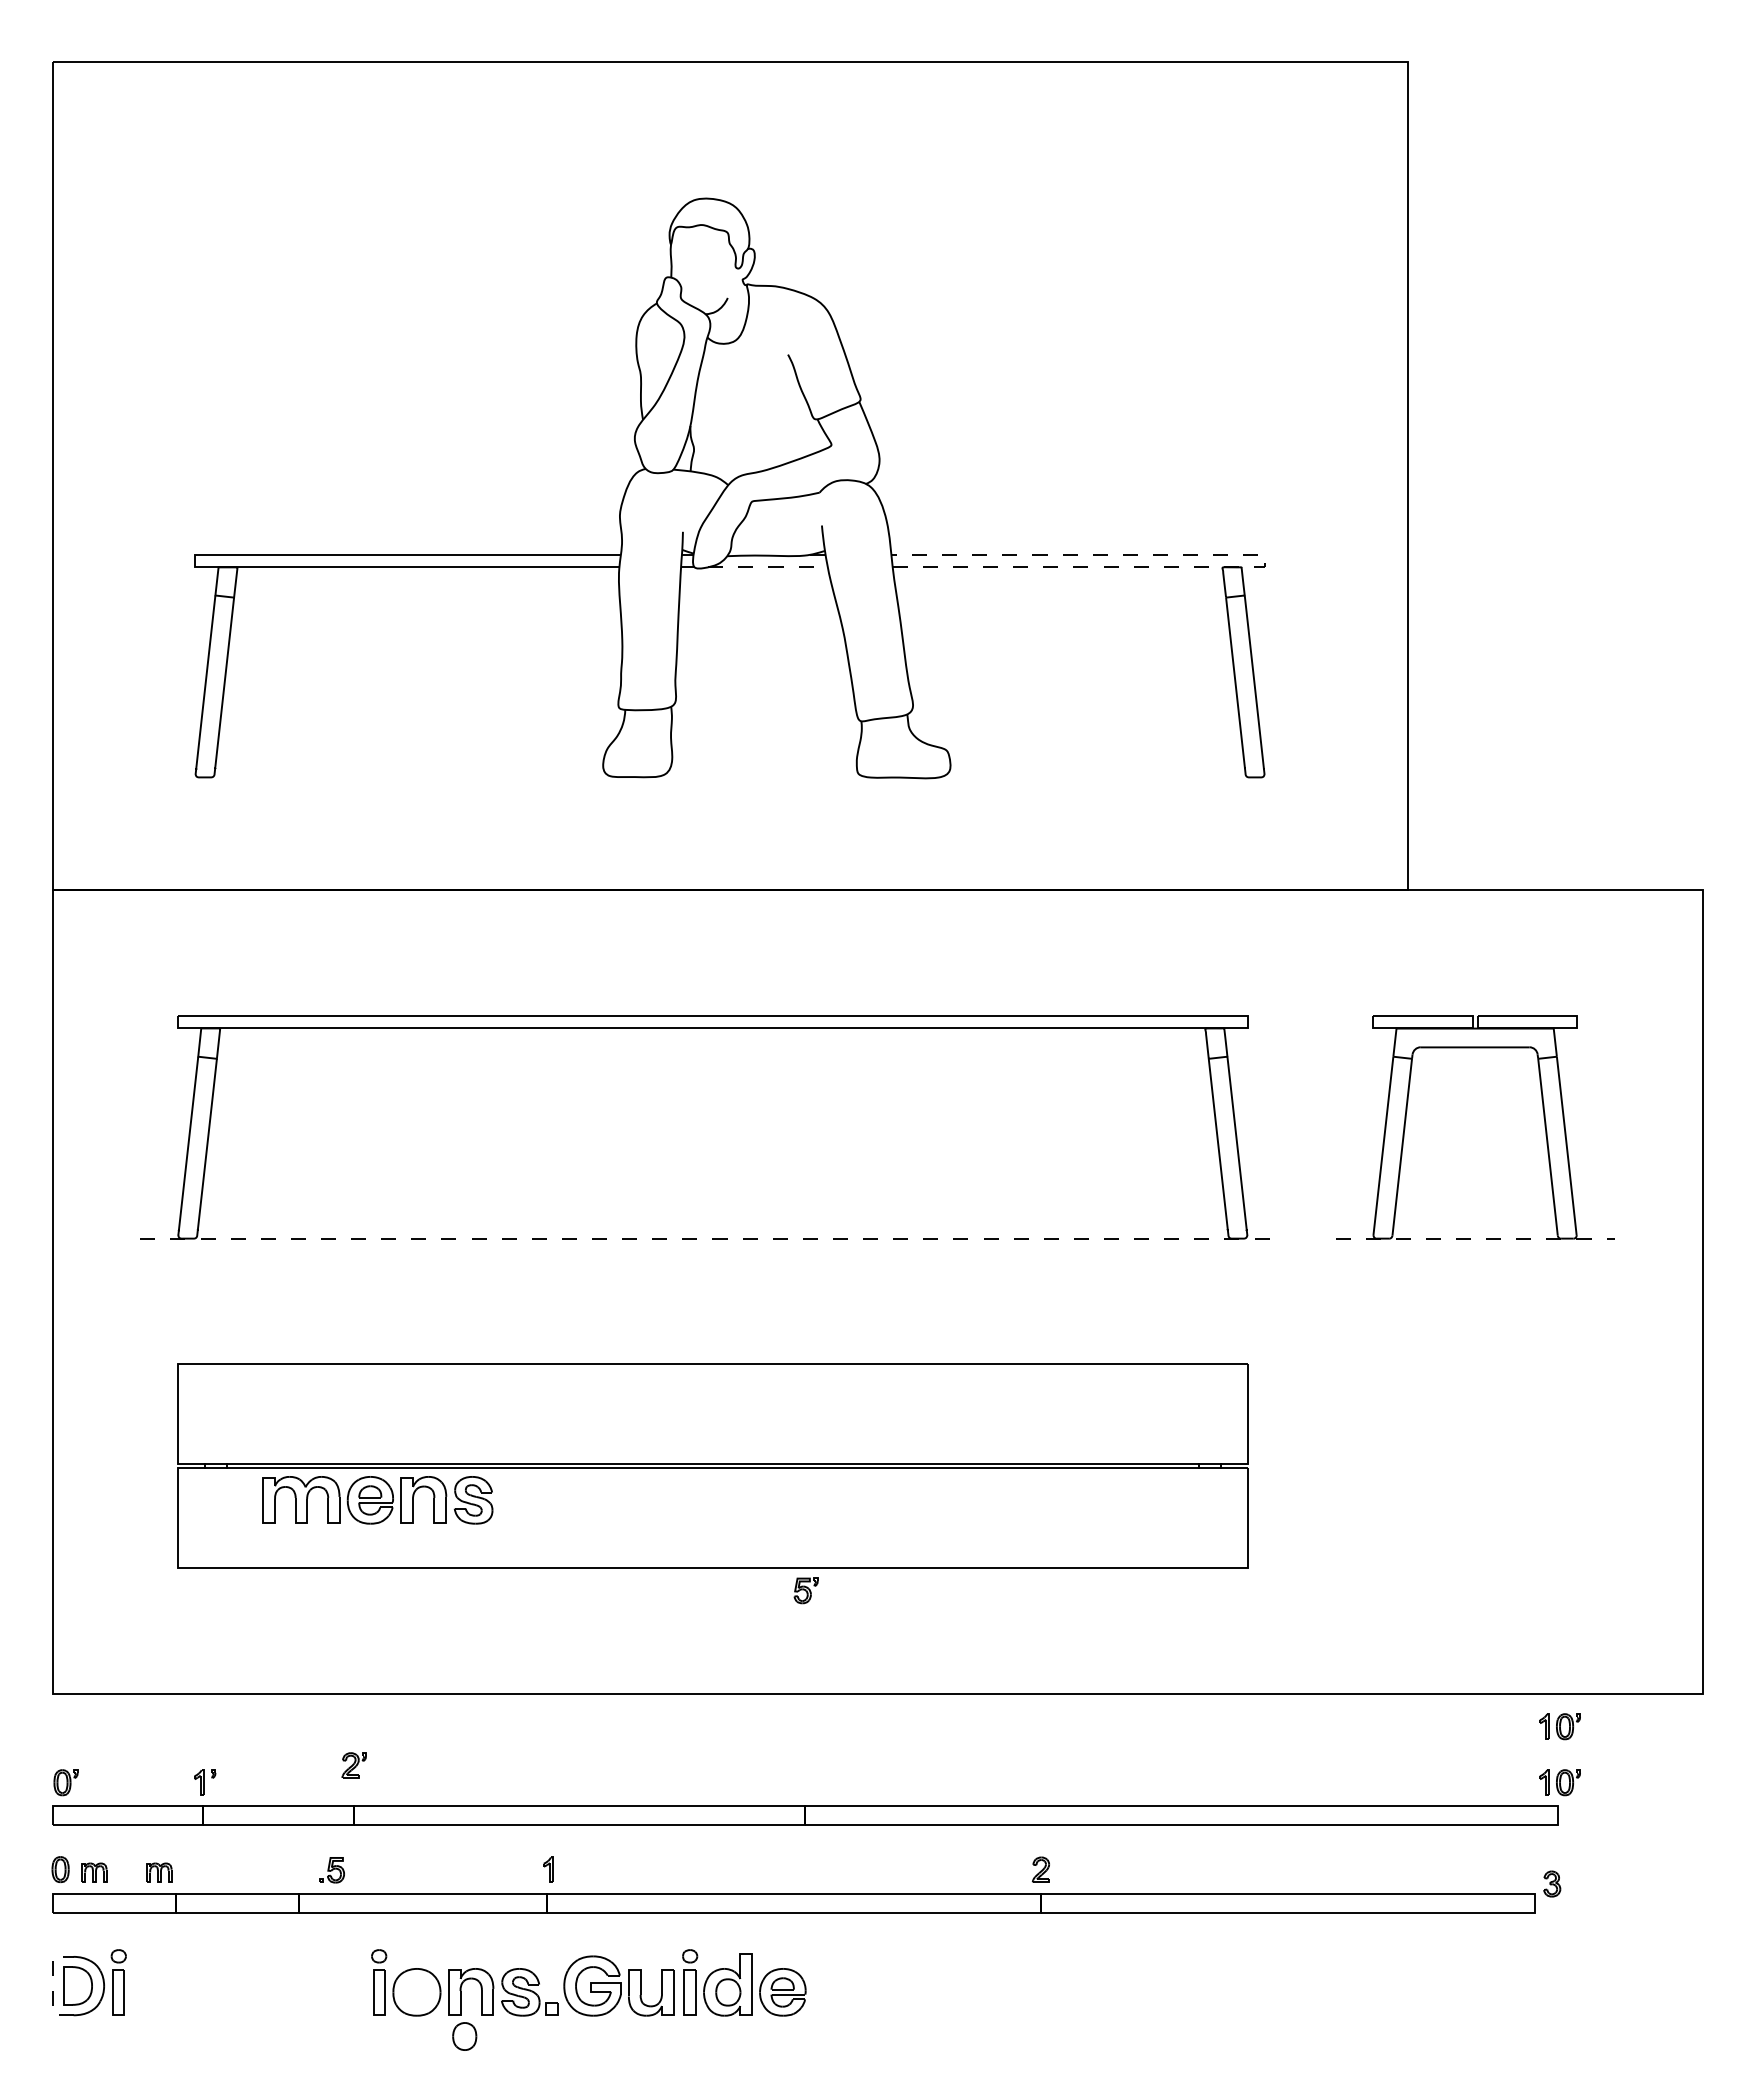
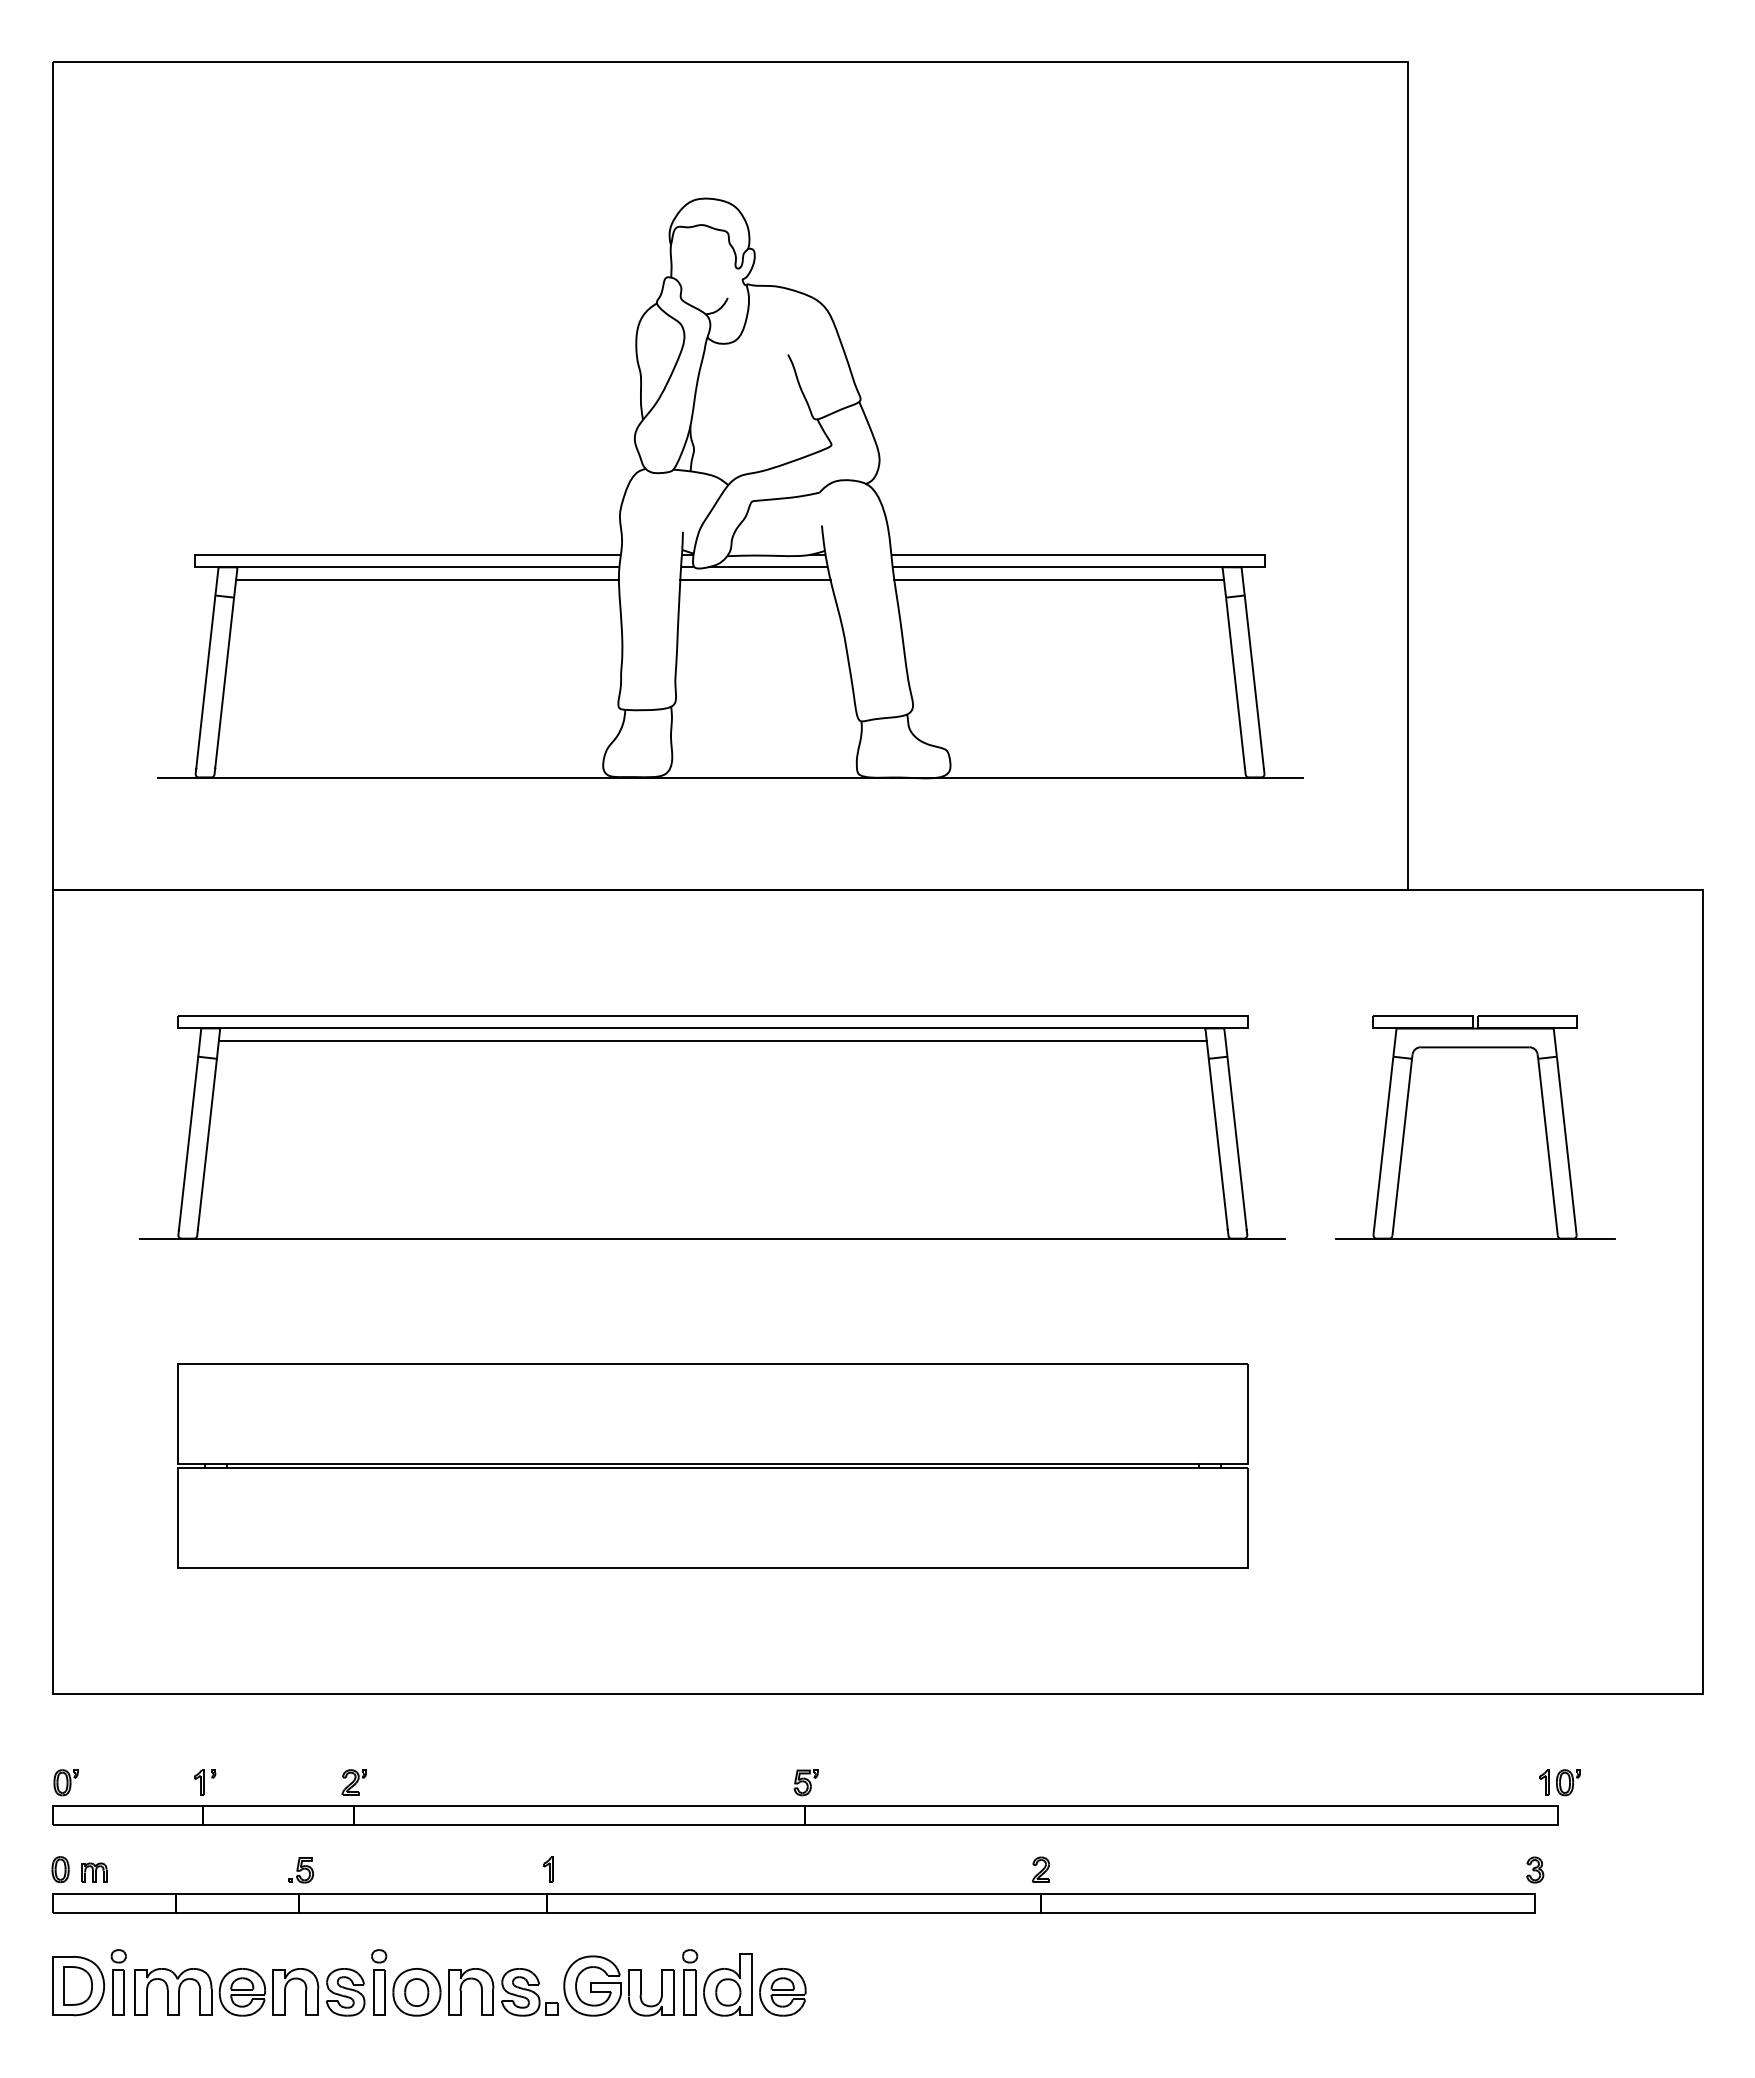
line at (1264, 560): dashed -> solid
line at (768, 567): dashed -> solid
line at (427, 579): none -> present
line at (755, 579): none -> present
line at (1059, 579): none -> present
line at (729, 777): none -> present
line at (712, 1041): none -> present
line at (712, 1238): dashed -> solid
line at (1475, 1238): dashed -> solid
part at (377, 1500) position: (377, 1500) -> (249, 1992)
part at (805, 1590) position: (805, 1590) -> (805, 1782)
part at (1559, 1726): present -> none
part at (353, 1765) position: (353, 1765) -> (353, 1782)
part at (331, 1870) position: (331, 1870) -> (300, 1870)
part at (159, 1872): present -> none
part at (1552, 1883) position: (1552, 1883) -> (1535, 1869)
line at (52, 1985): dashed -> solid
part at (464, 2036) position: (464, 2036) -> (416, 1992)
